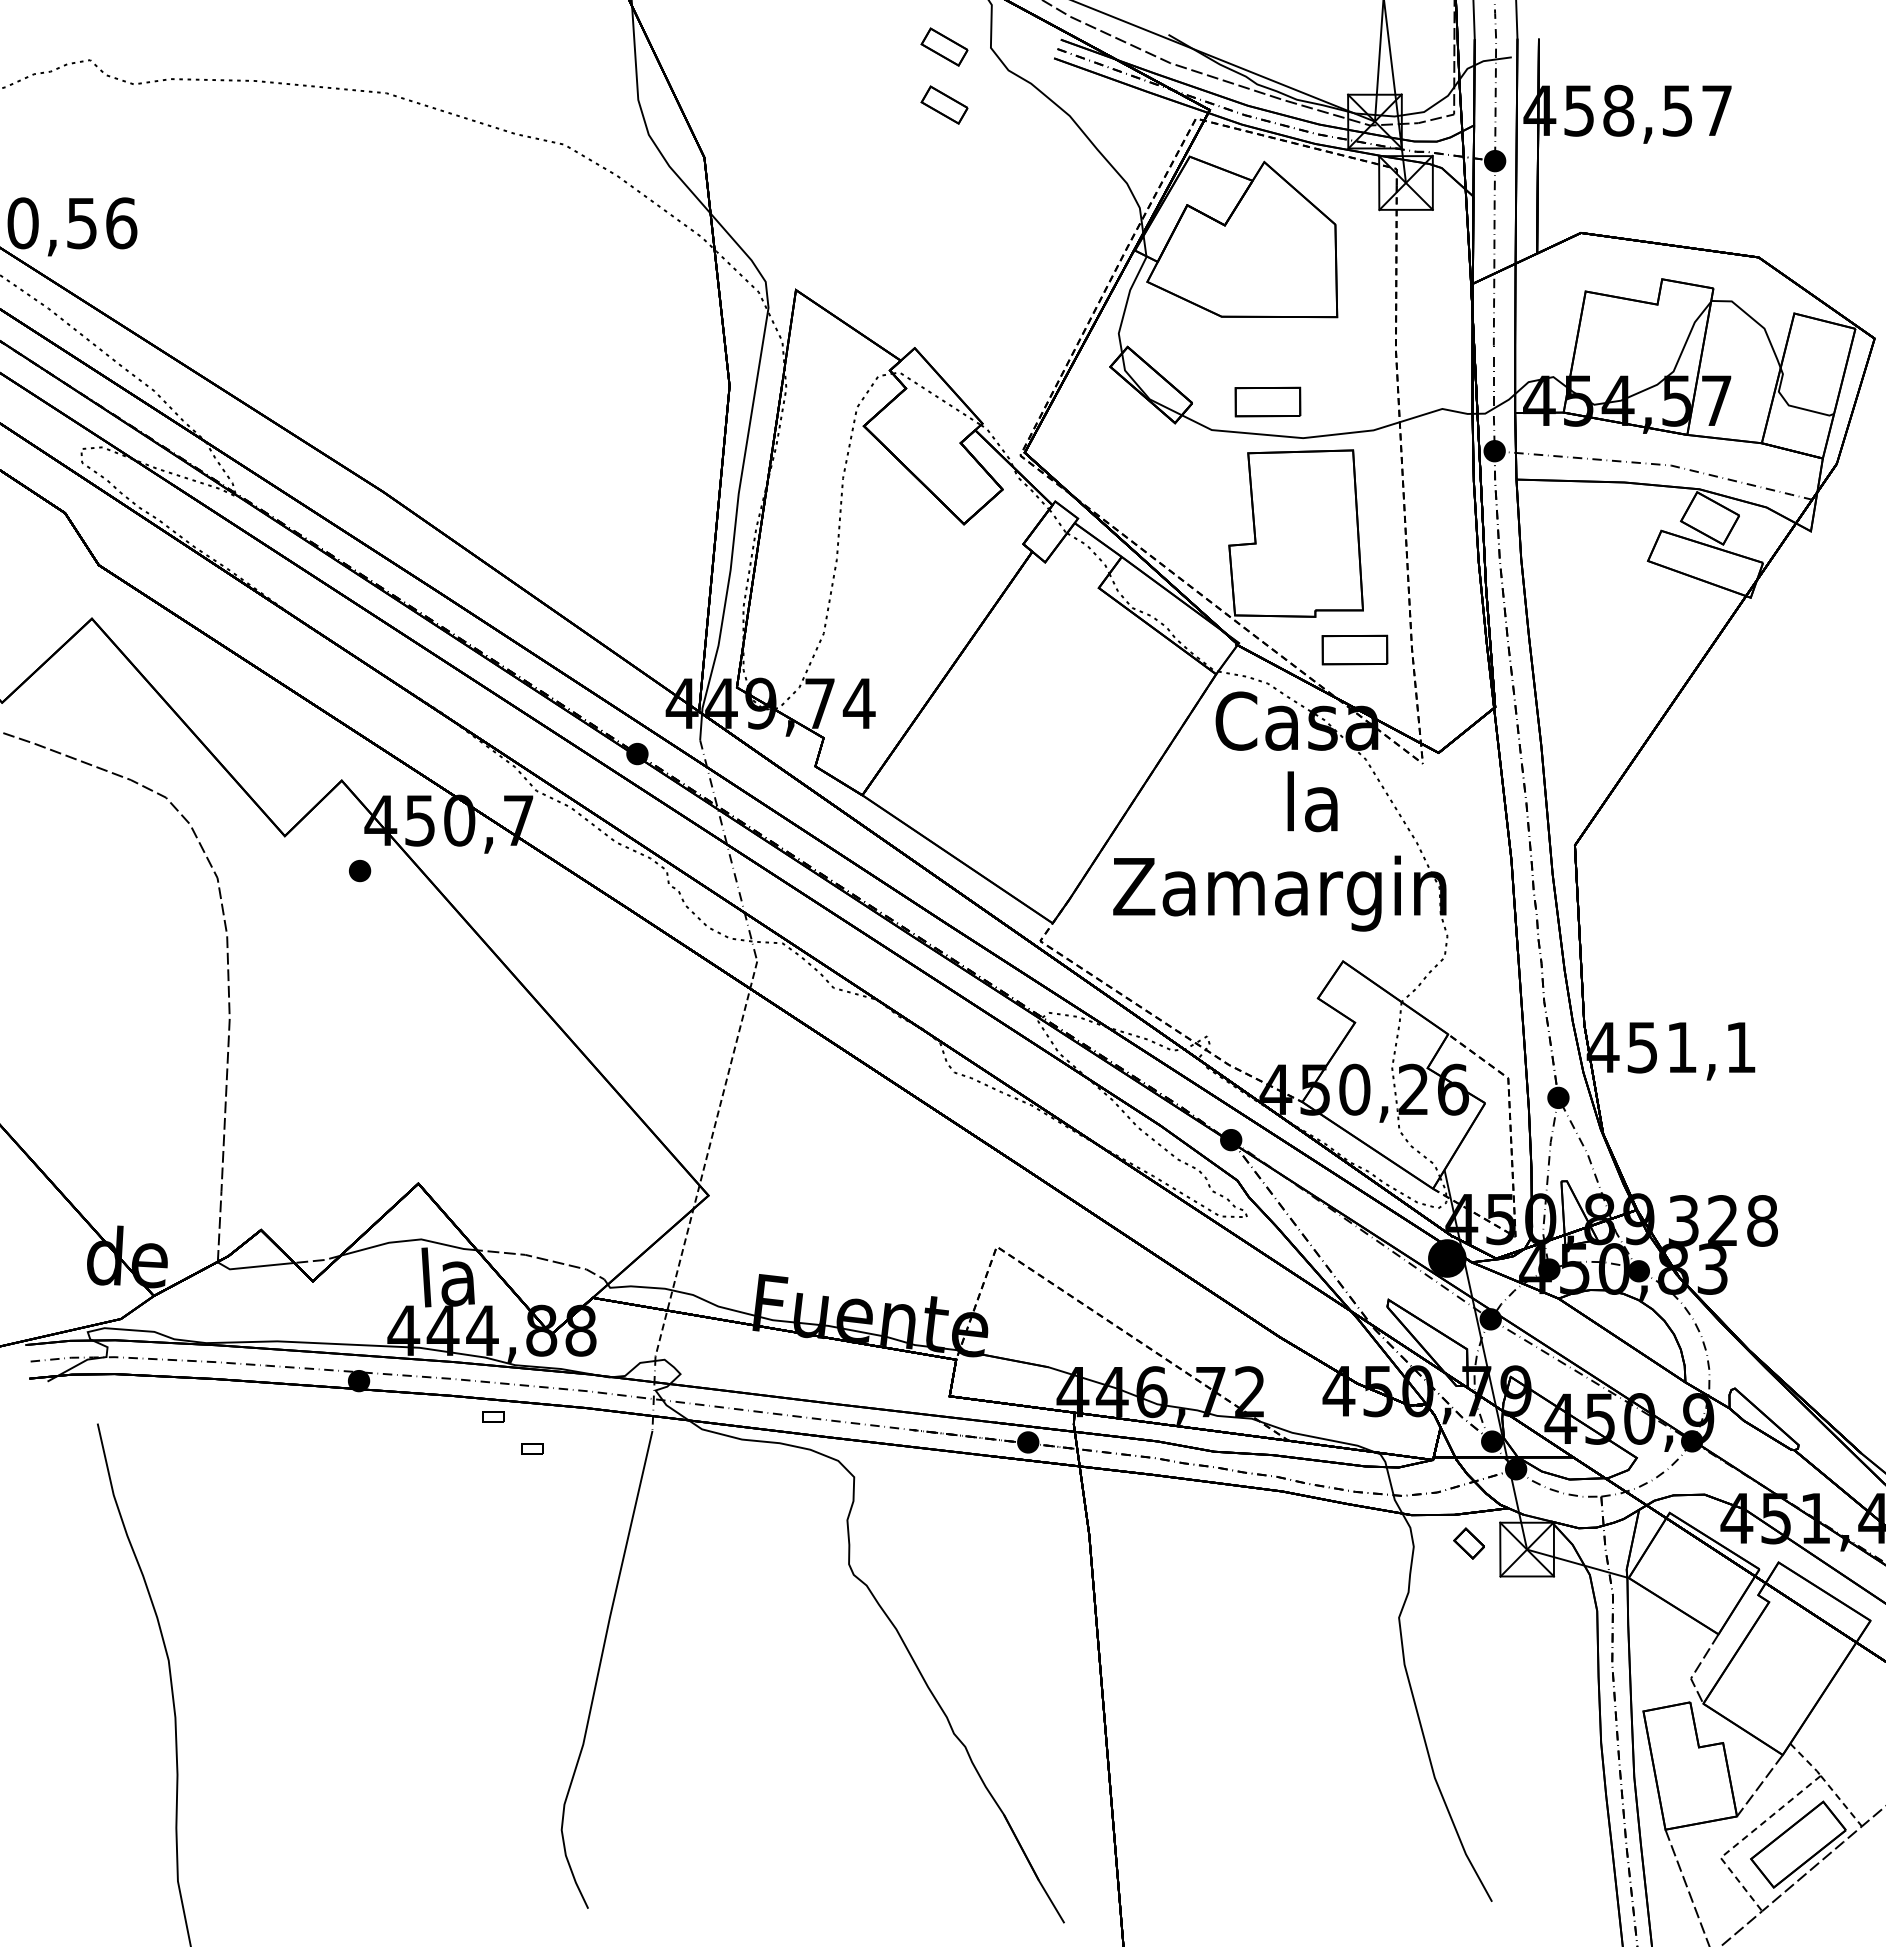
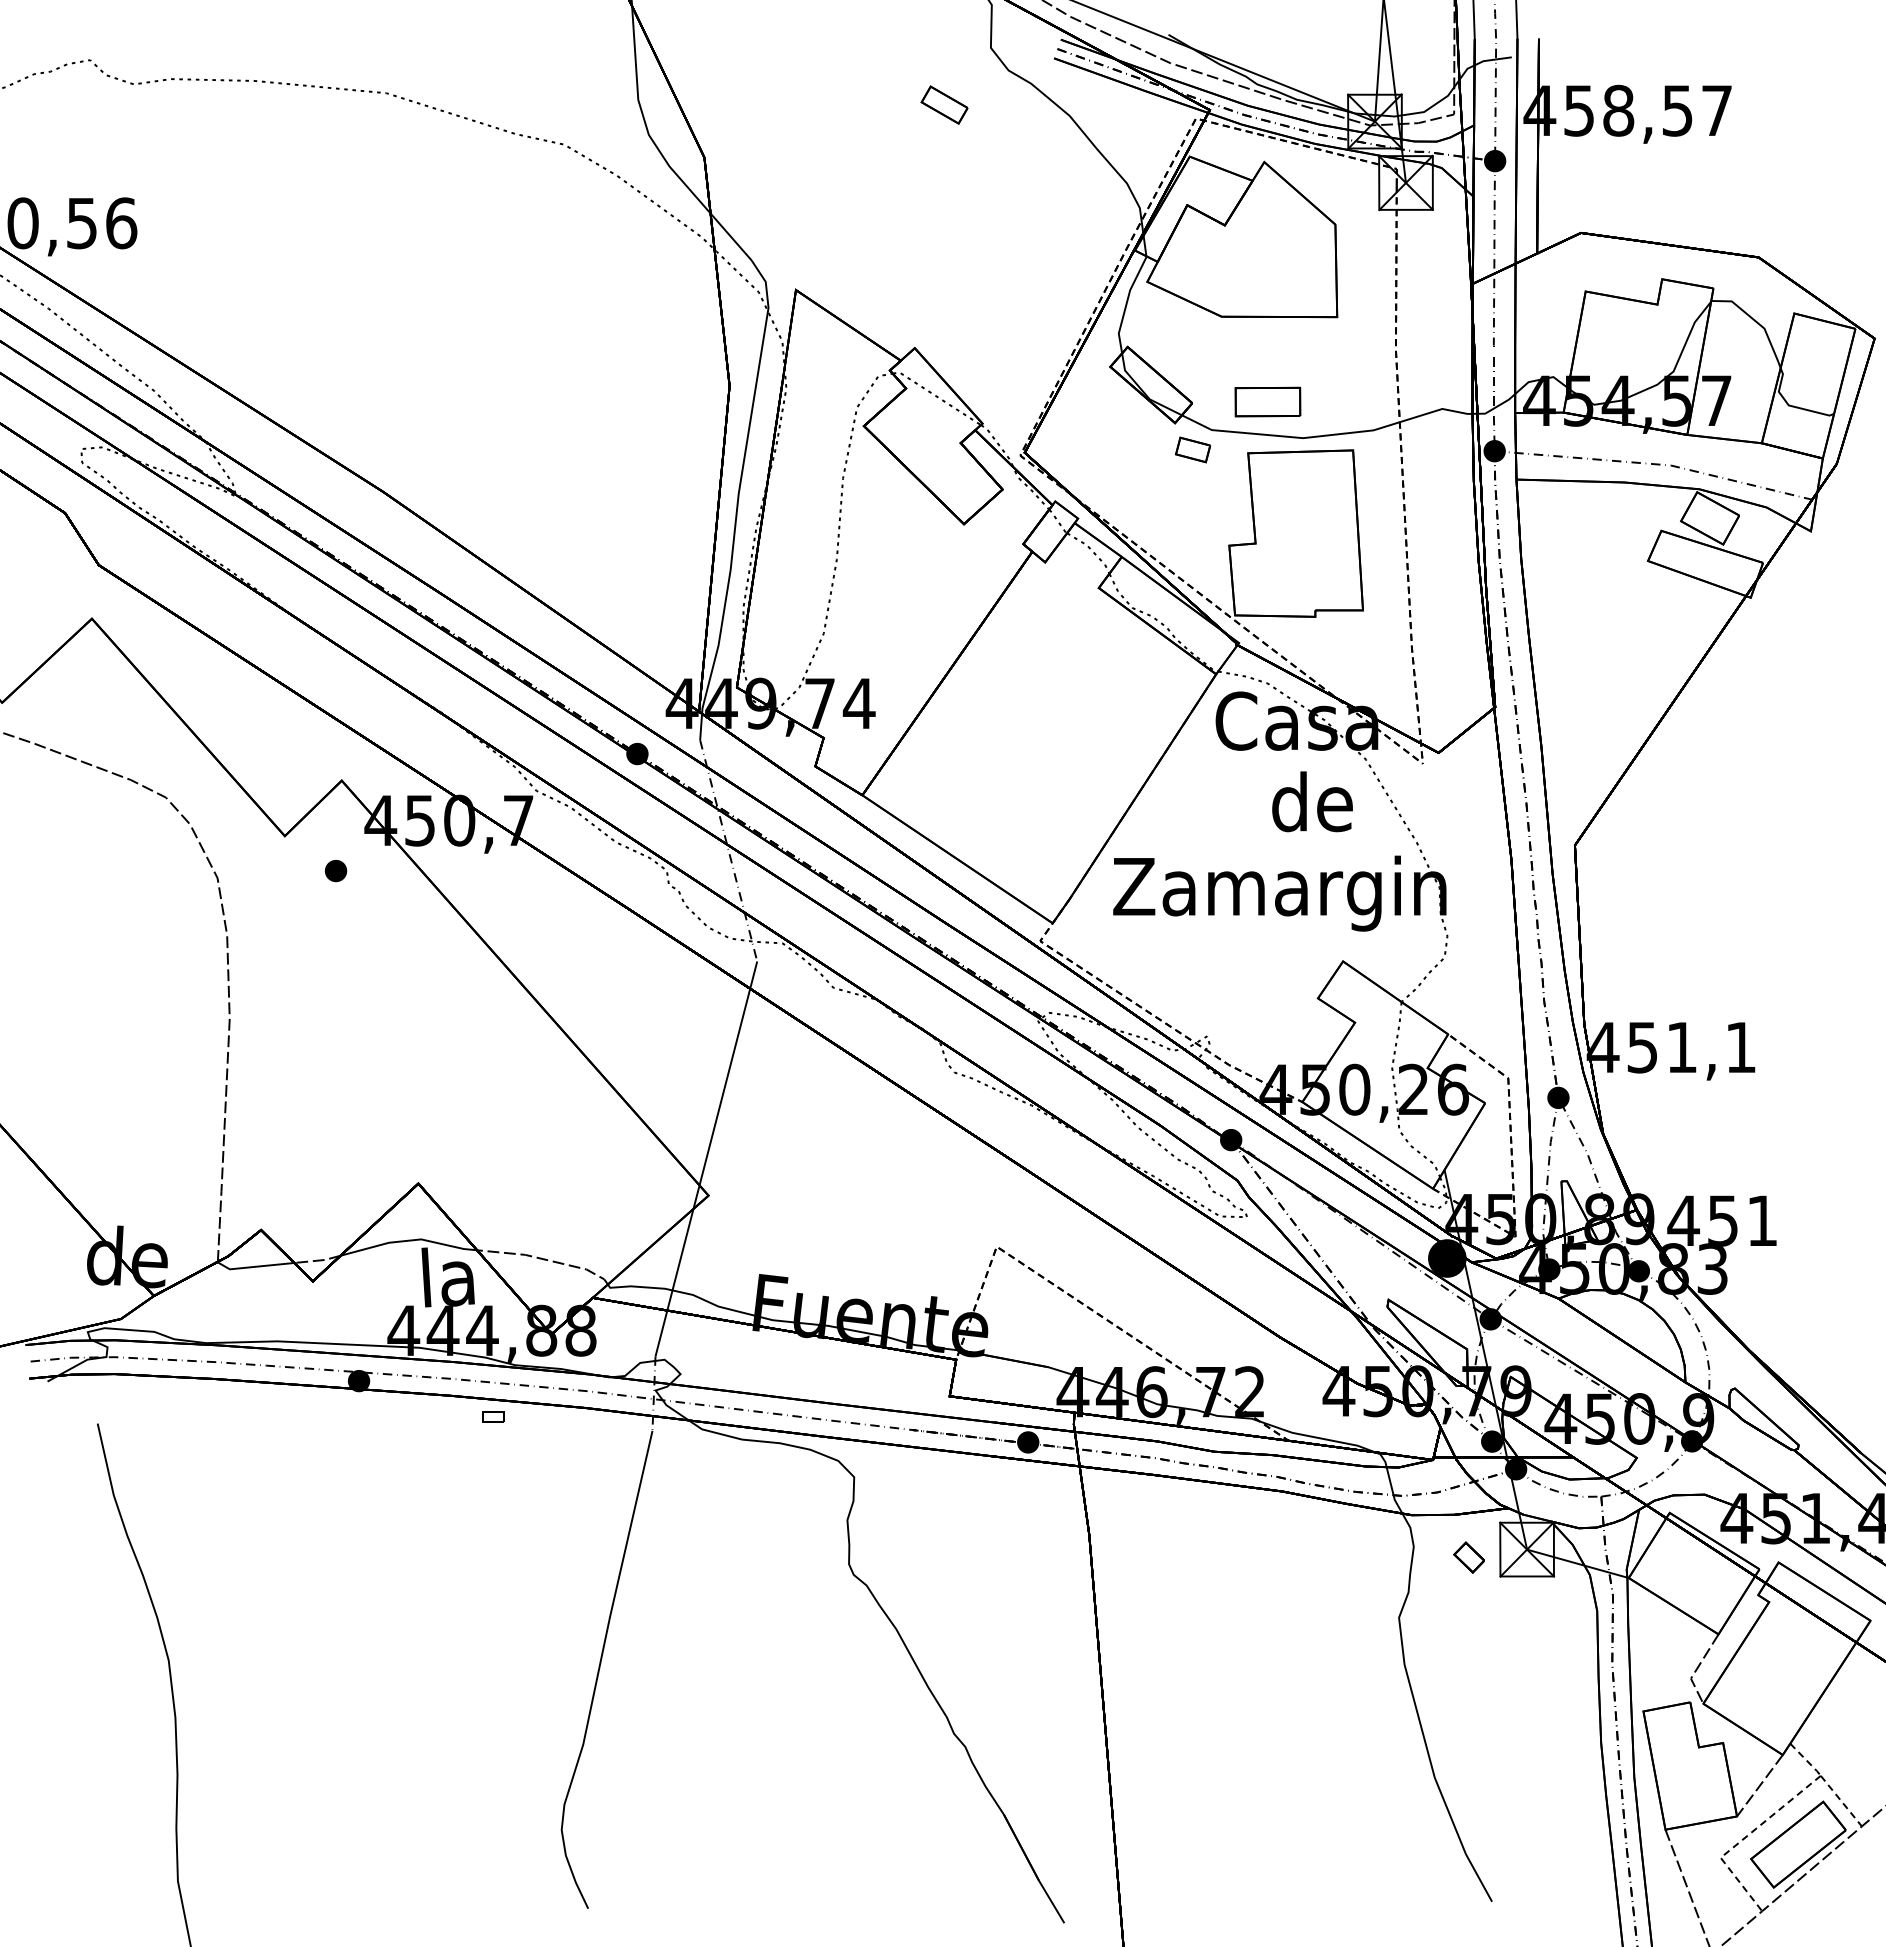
part at (944, 46): present -> none
part at (1192, 449): none -> present
part at (1354, 649): present -> none
text at (1312, 801): la -> de
part at (360, 870) position: (360, 870) -> (336, 870)
line at (706, 1158): dashed -> solid
text at (1722, 1220): 328 -> 451
part at (532, 1448): present -> none
part at (1468, 1543) position: (1468, 1543) -> (1468, 1557)
